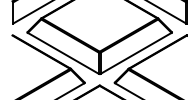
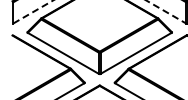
line at (33, 11): solid -> dashed
line at (166, 12): solid -> dashed
